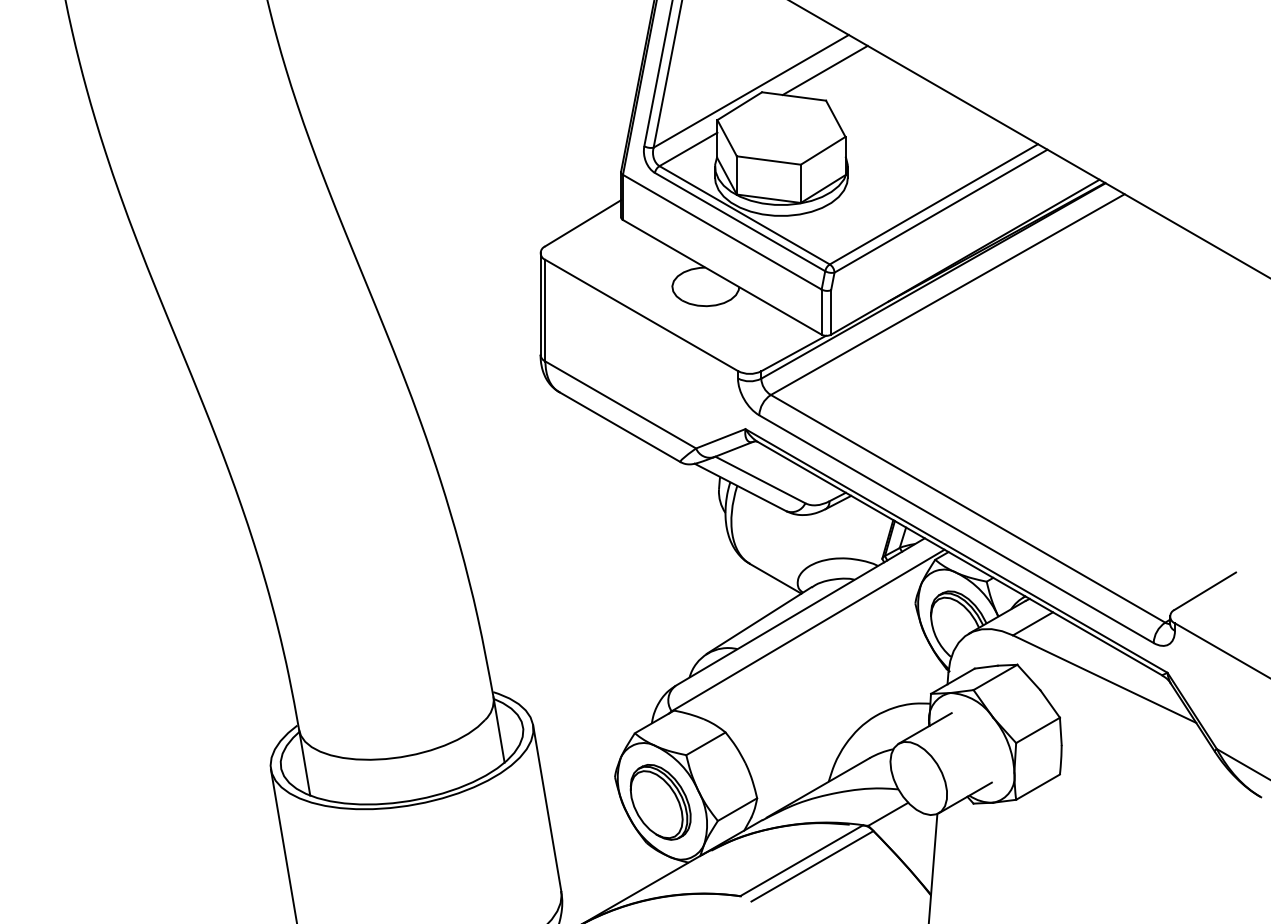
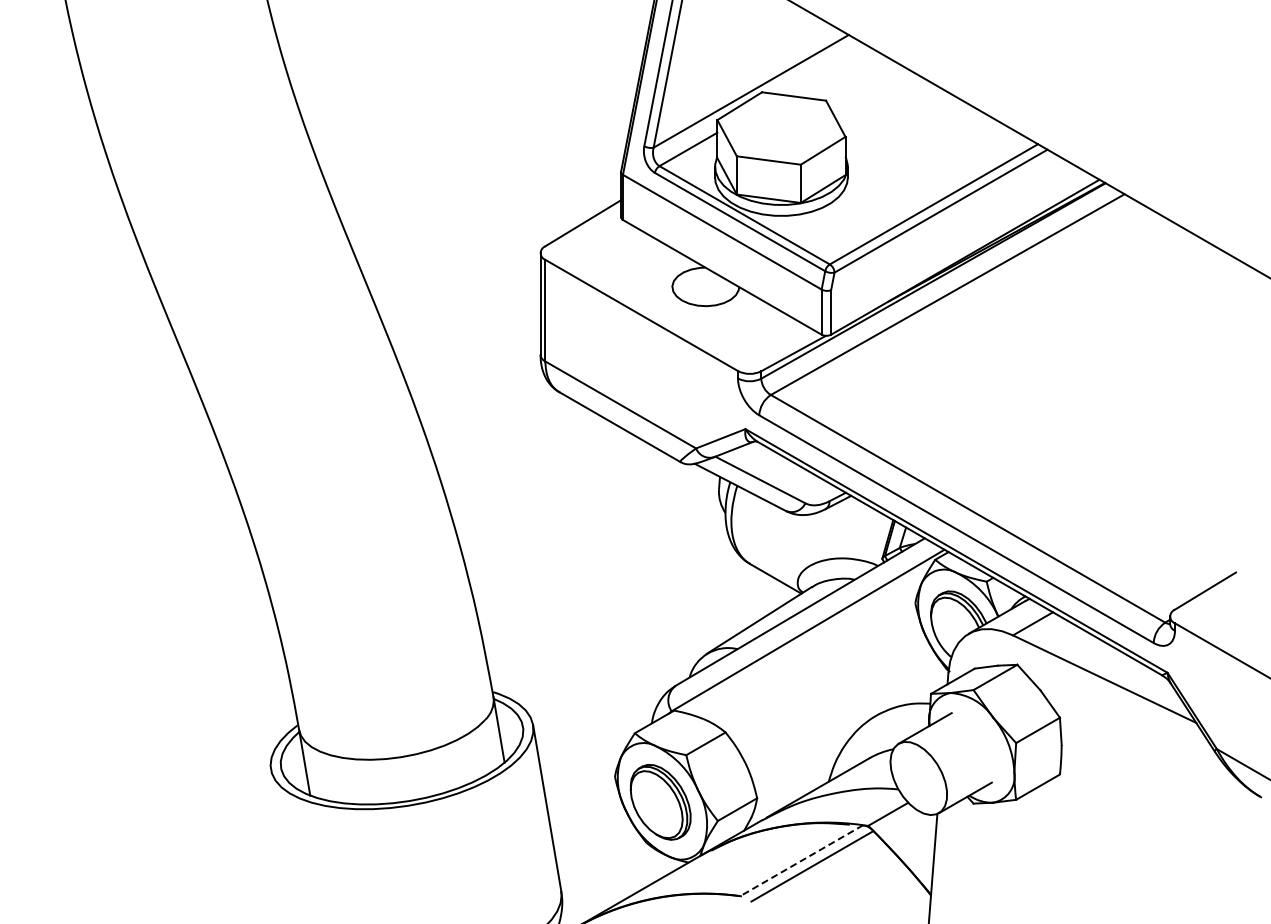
line at (824, 70): present -> none
line at (283, 844): present -> none
line at (801, 860): solid -> dashed
